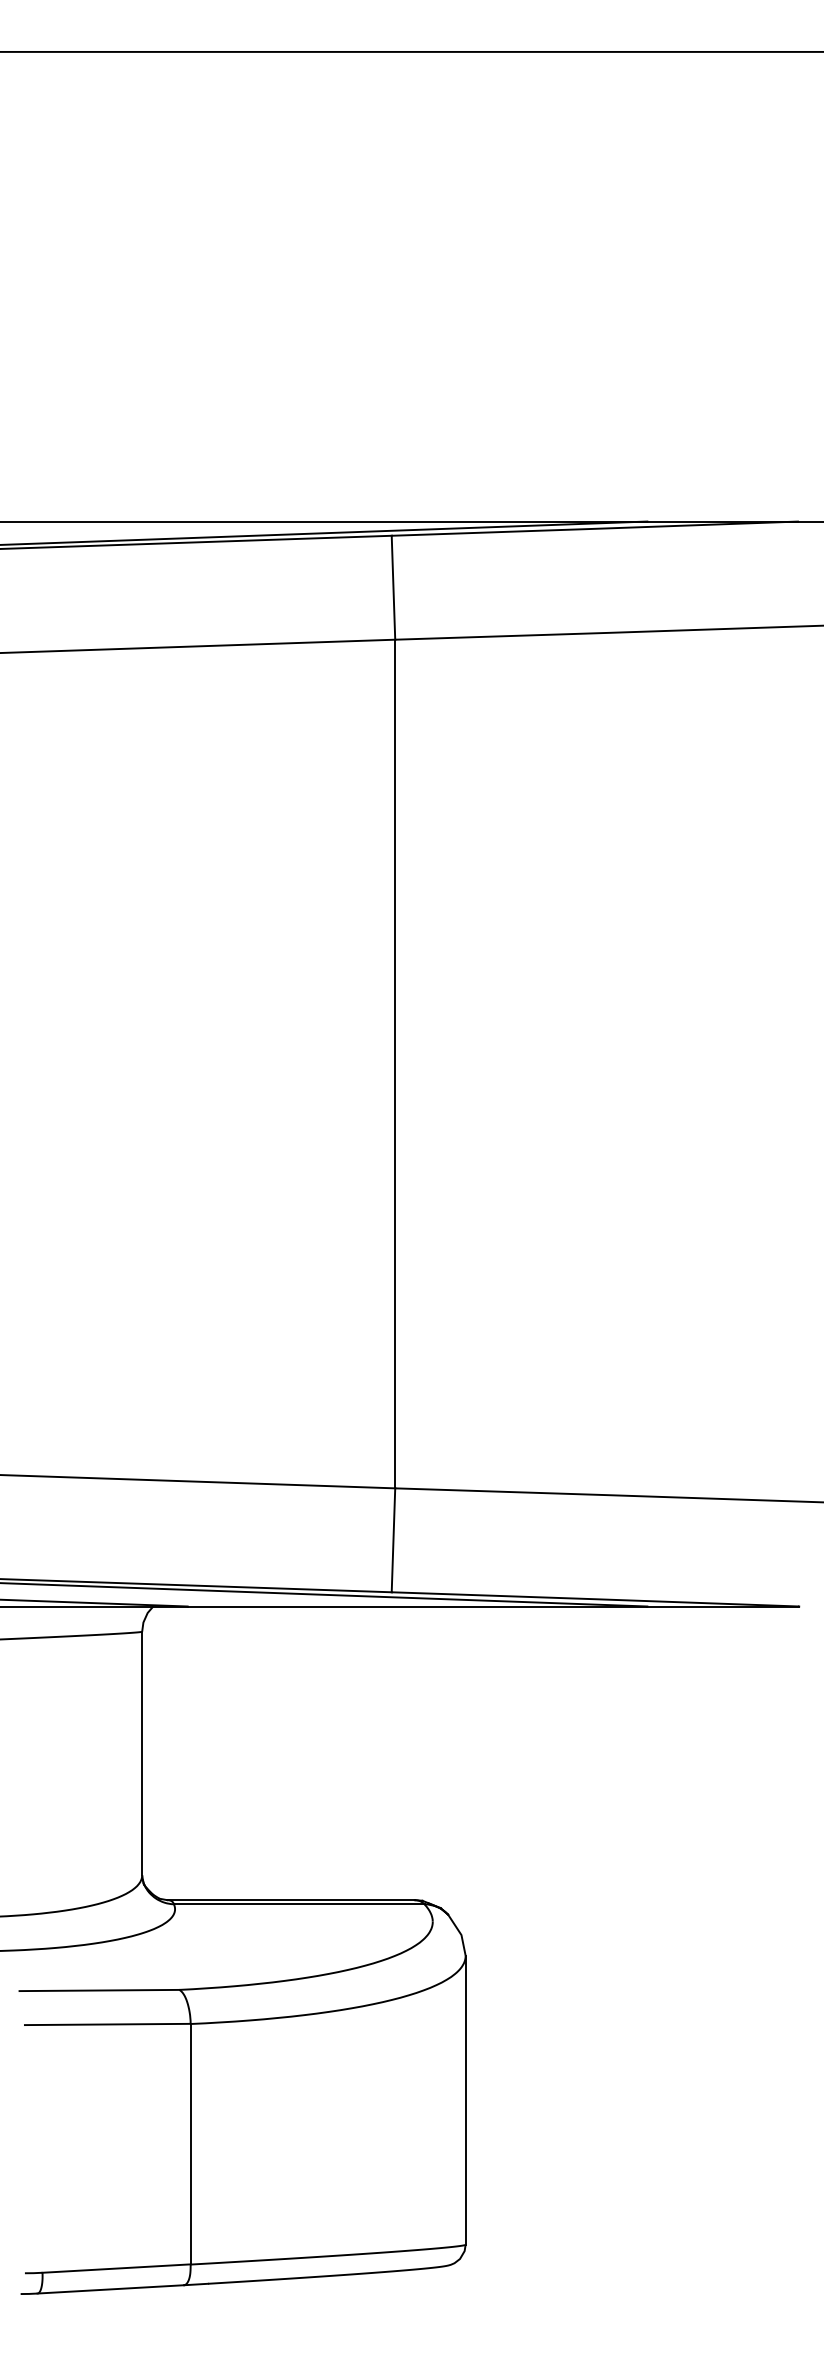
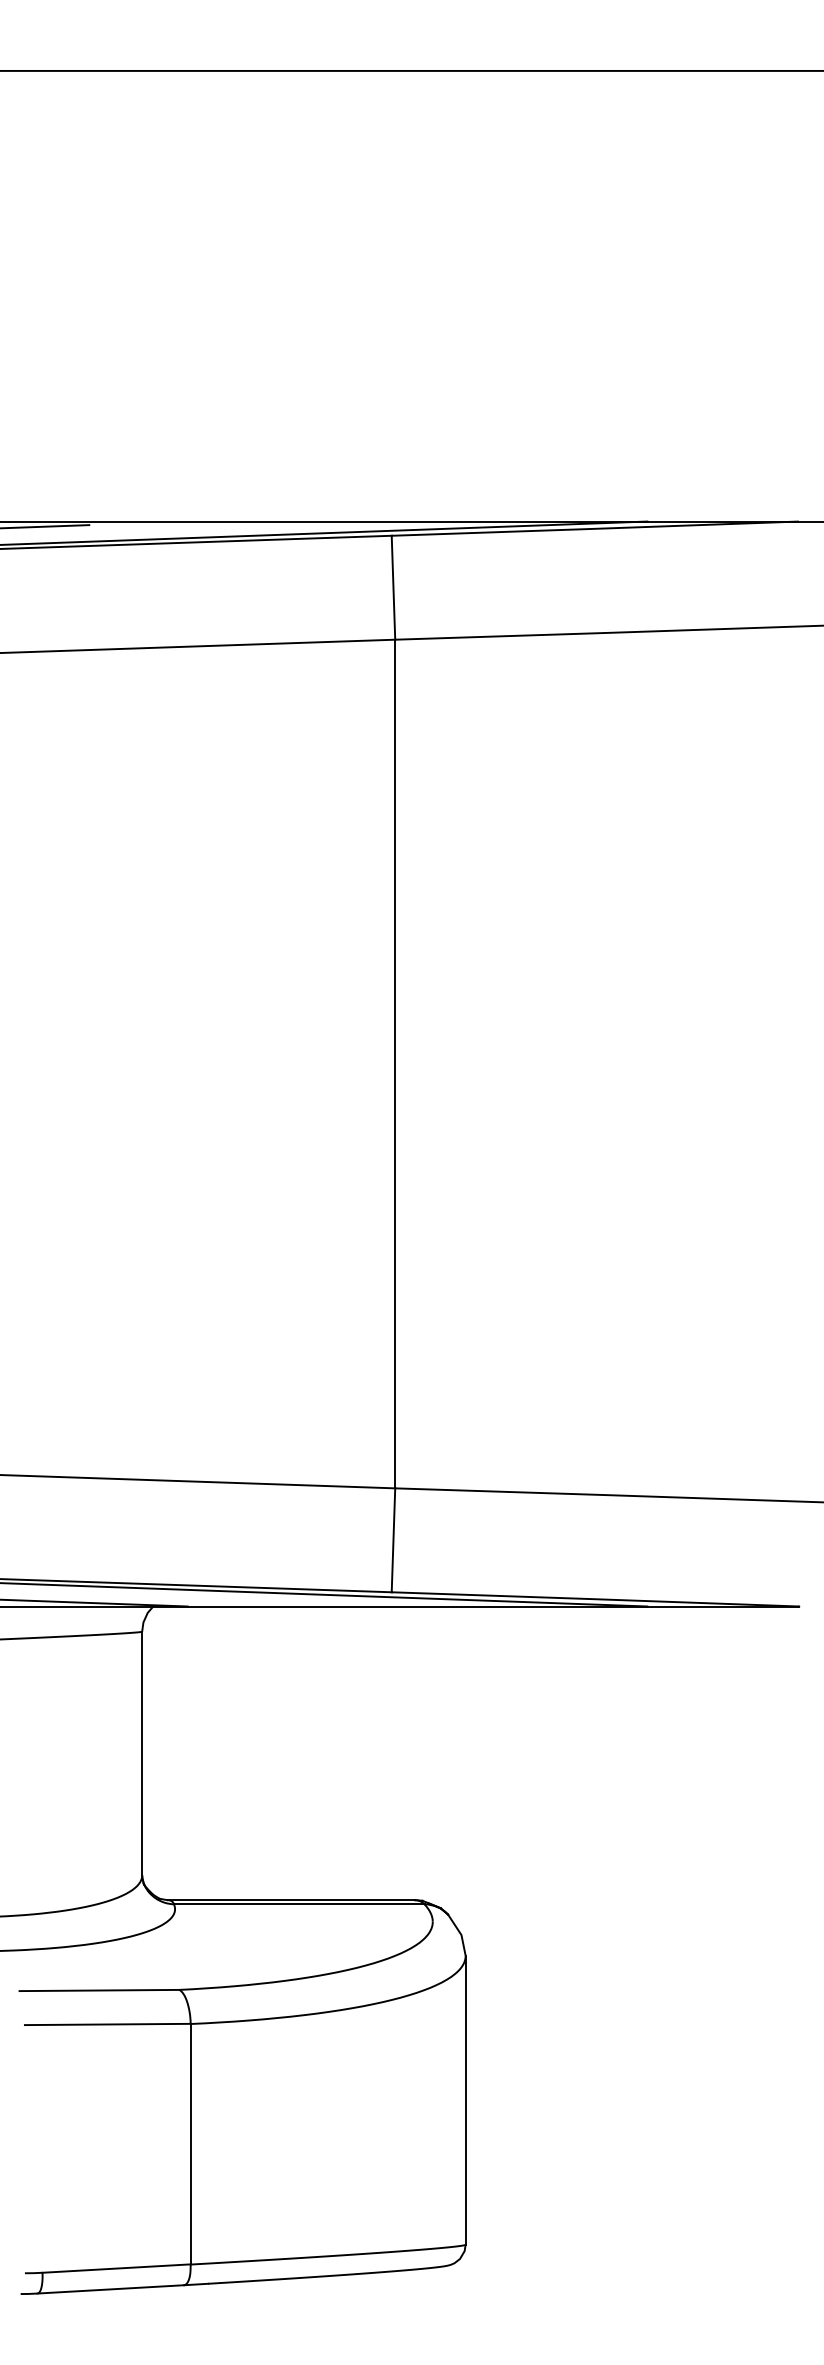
line at (411, 51) position: (411, 51) -> (411, 70)
line at (45, 526): none -> present
